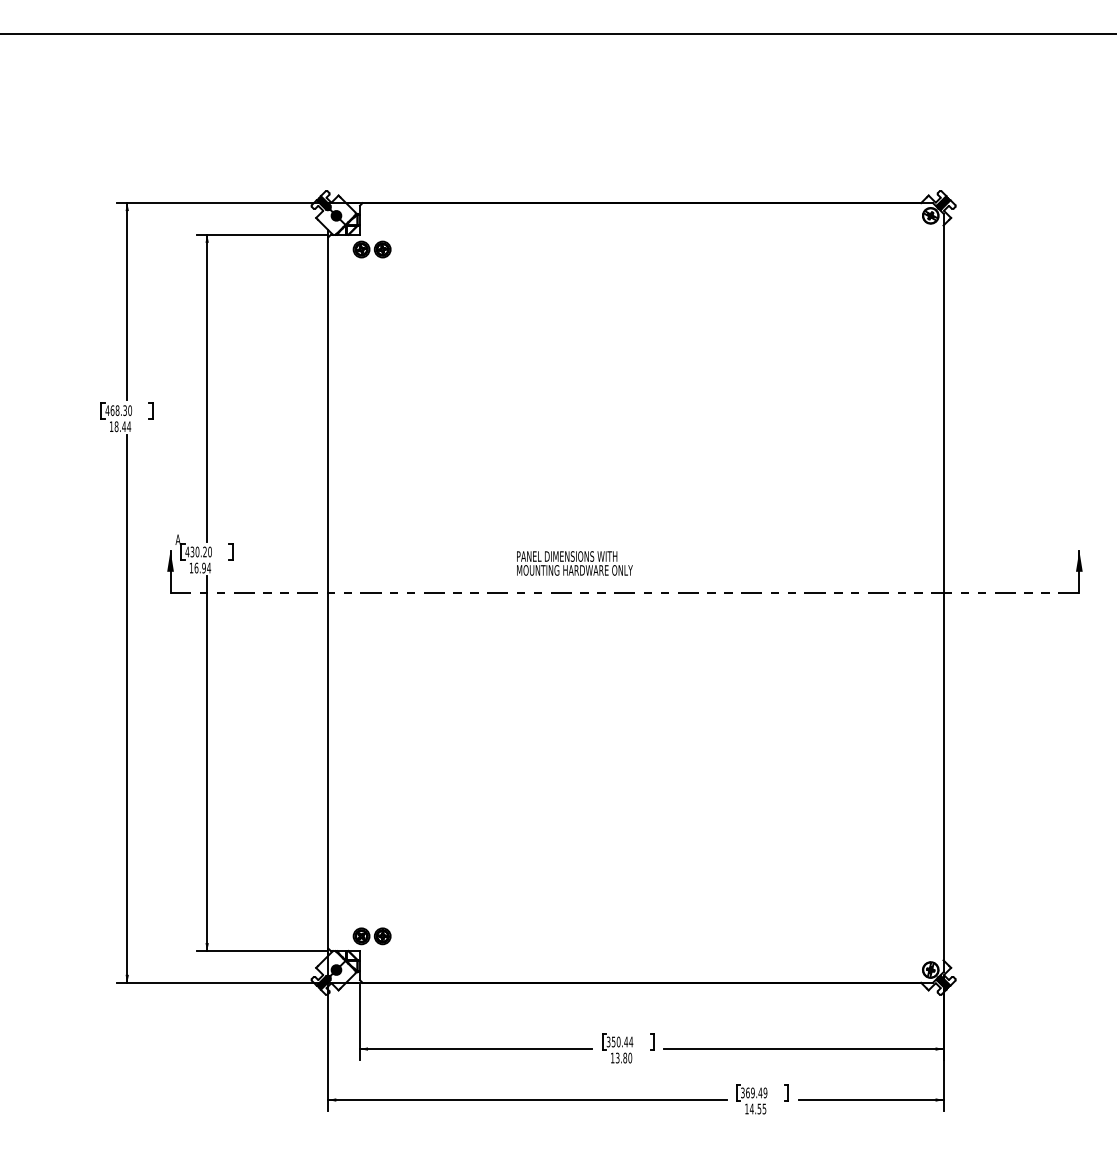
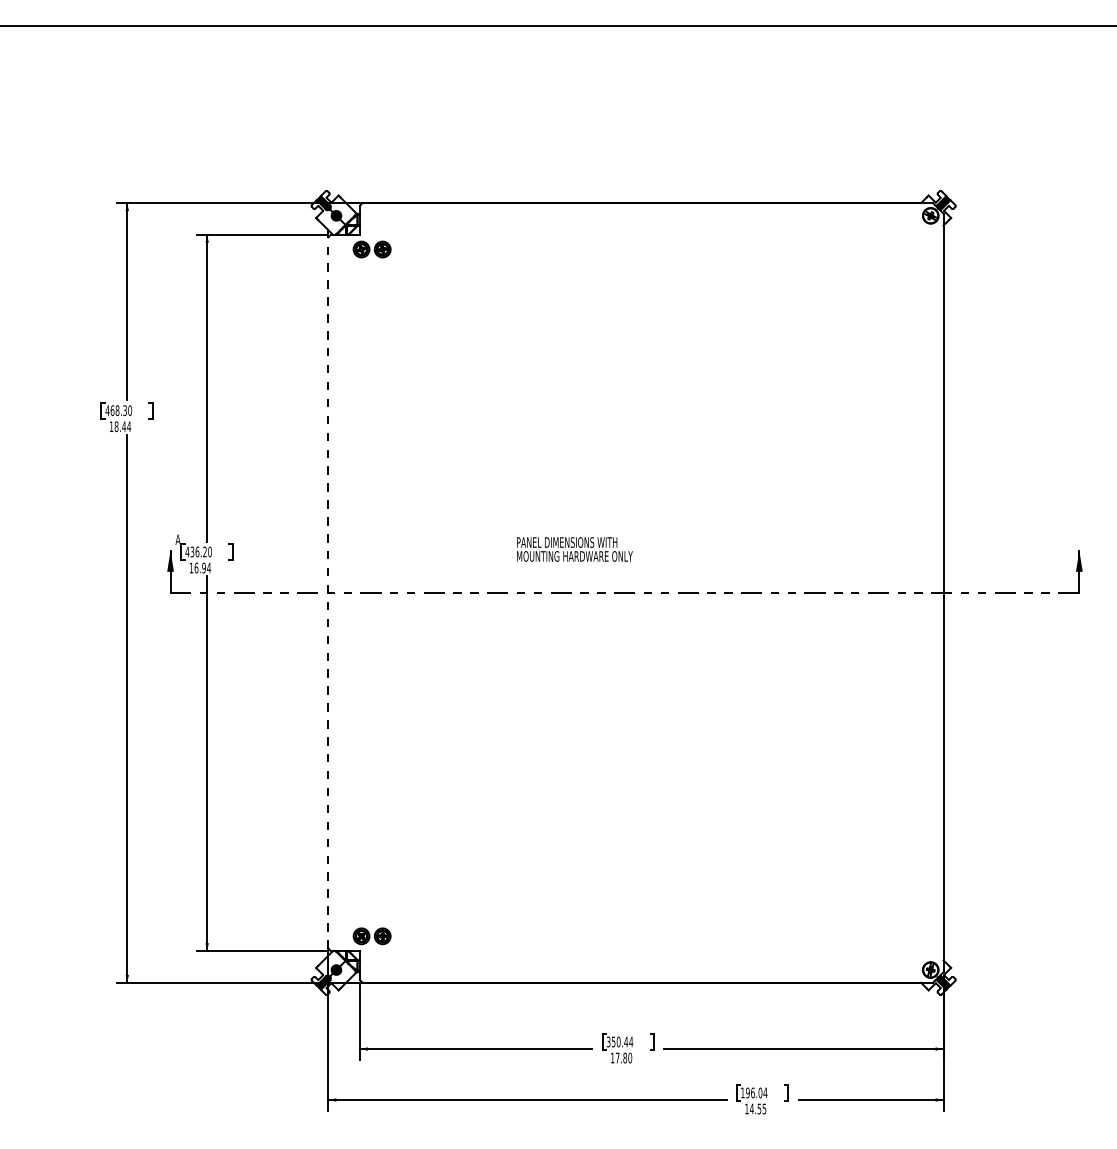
line at (557, 34) position: (557, 34) -> (557, 26)
text at (197, 551): 430.20 -> 436.20
text at (574, 563) position: (574, 563) -> (574, 549)
line at (328, 592): solid -> dashed
text at (617, 1057): 13.80 -> 17.80
text at (754, 1092): 369.49 -> 196.04
